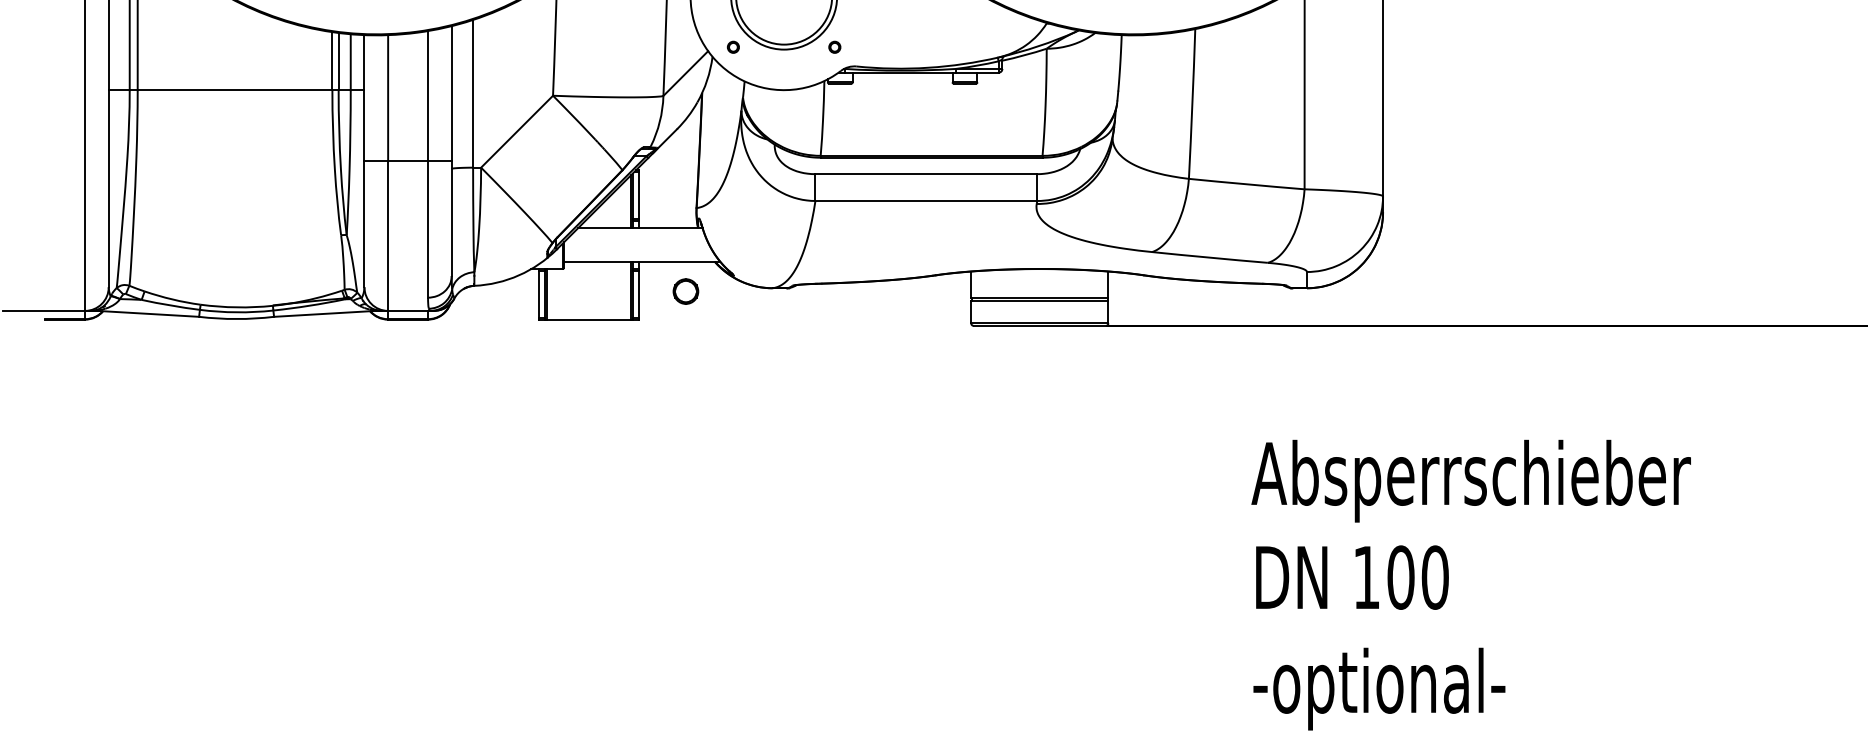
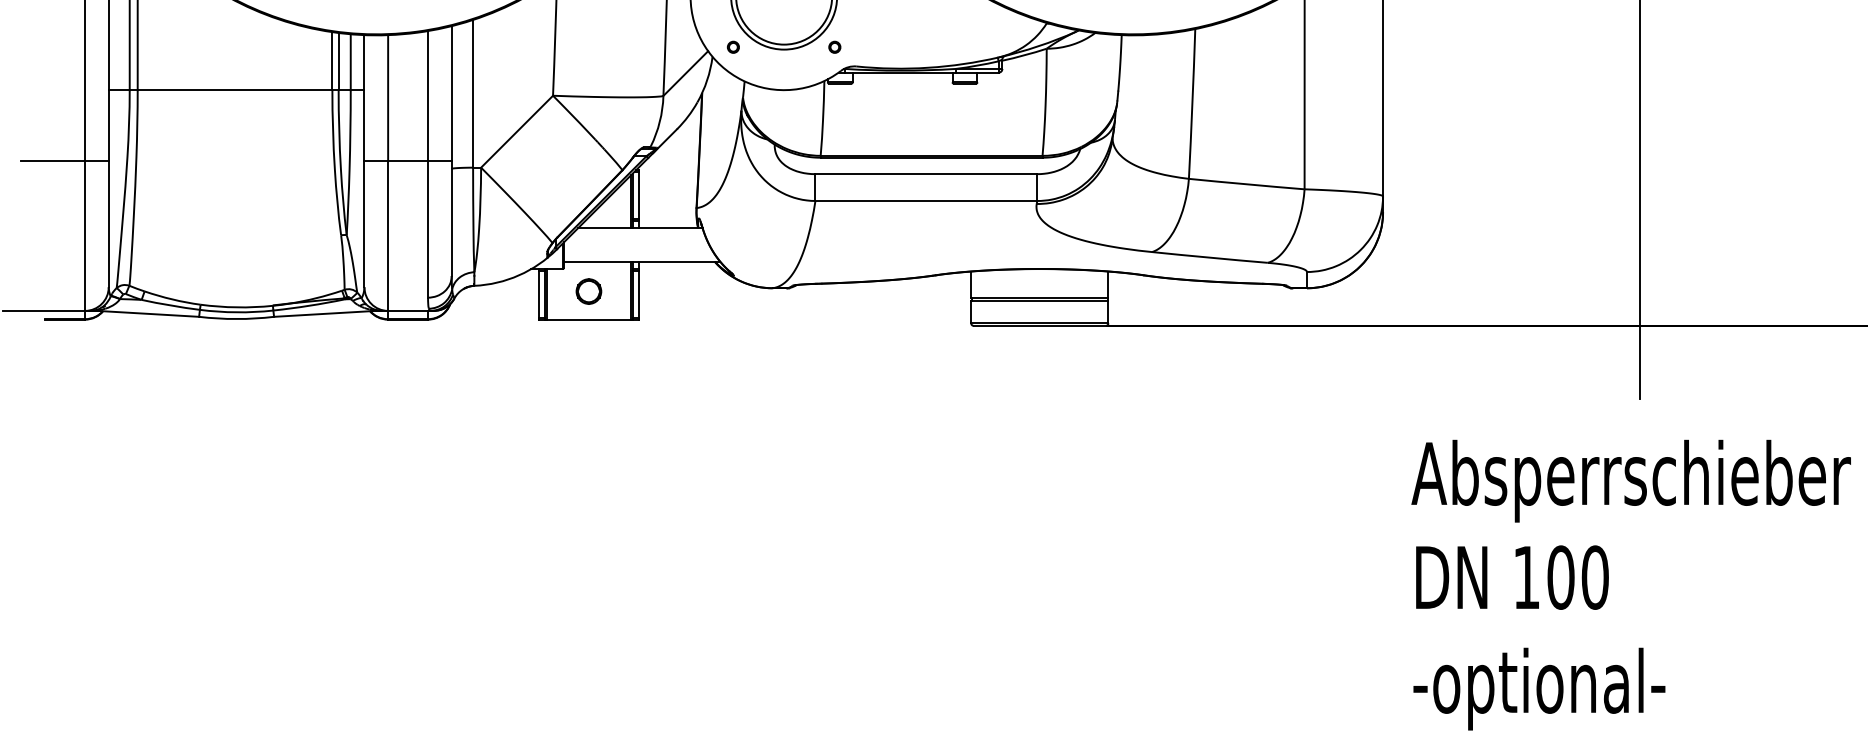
line at (64, 161): none -> present
line at (1640, 200): none -> present
part at (685, 291) position: (685, 291) -> (588, 291)
text at (1470, 584) position: (1470, 584) -> (1630, 584)
